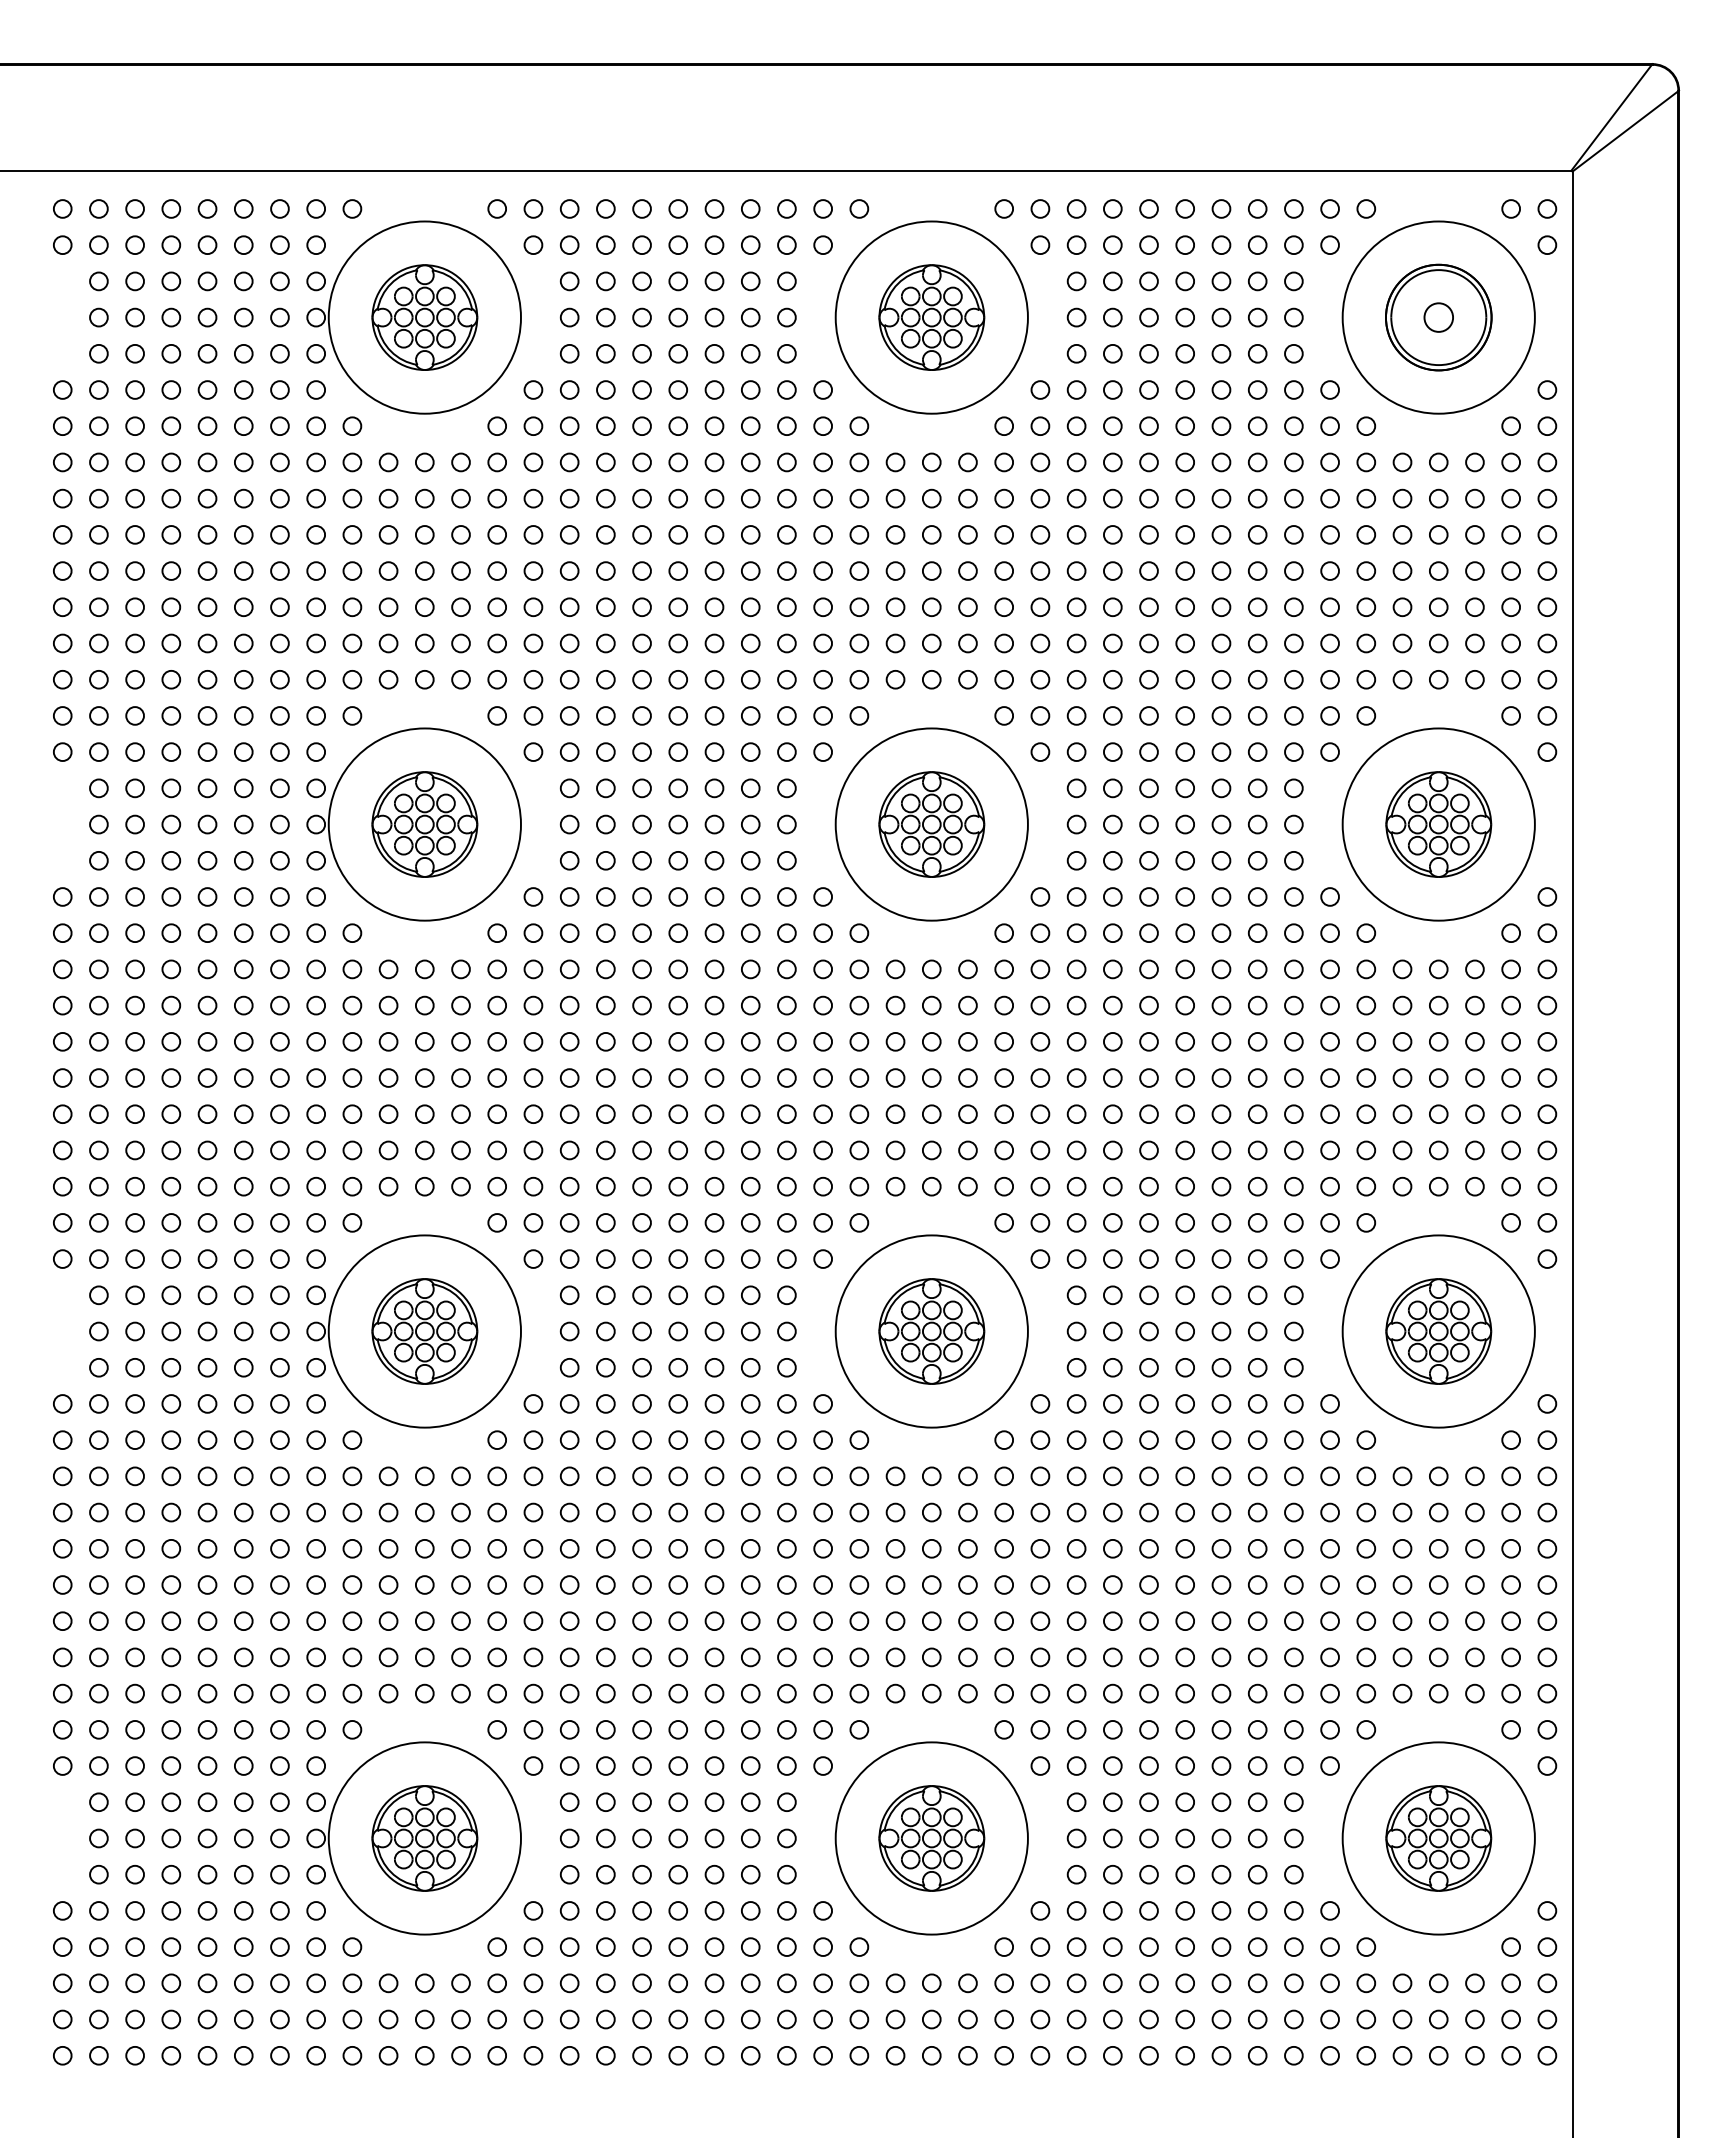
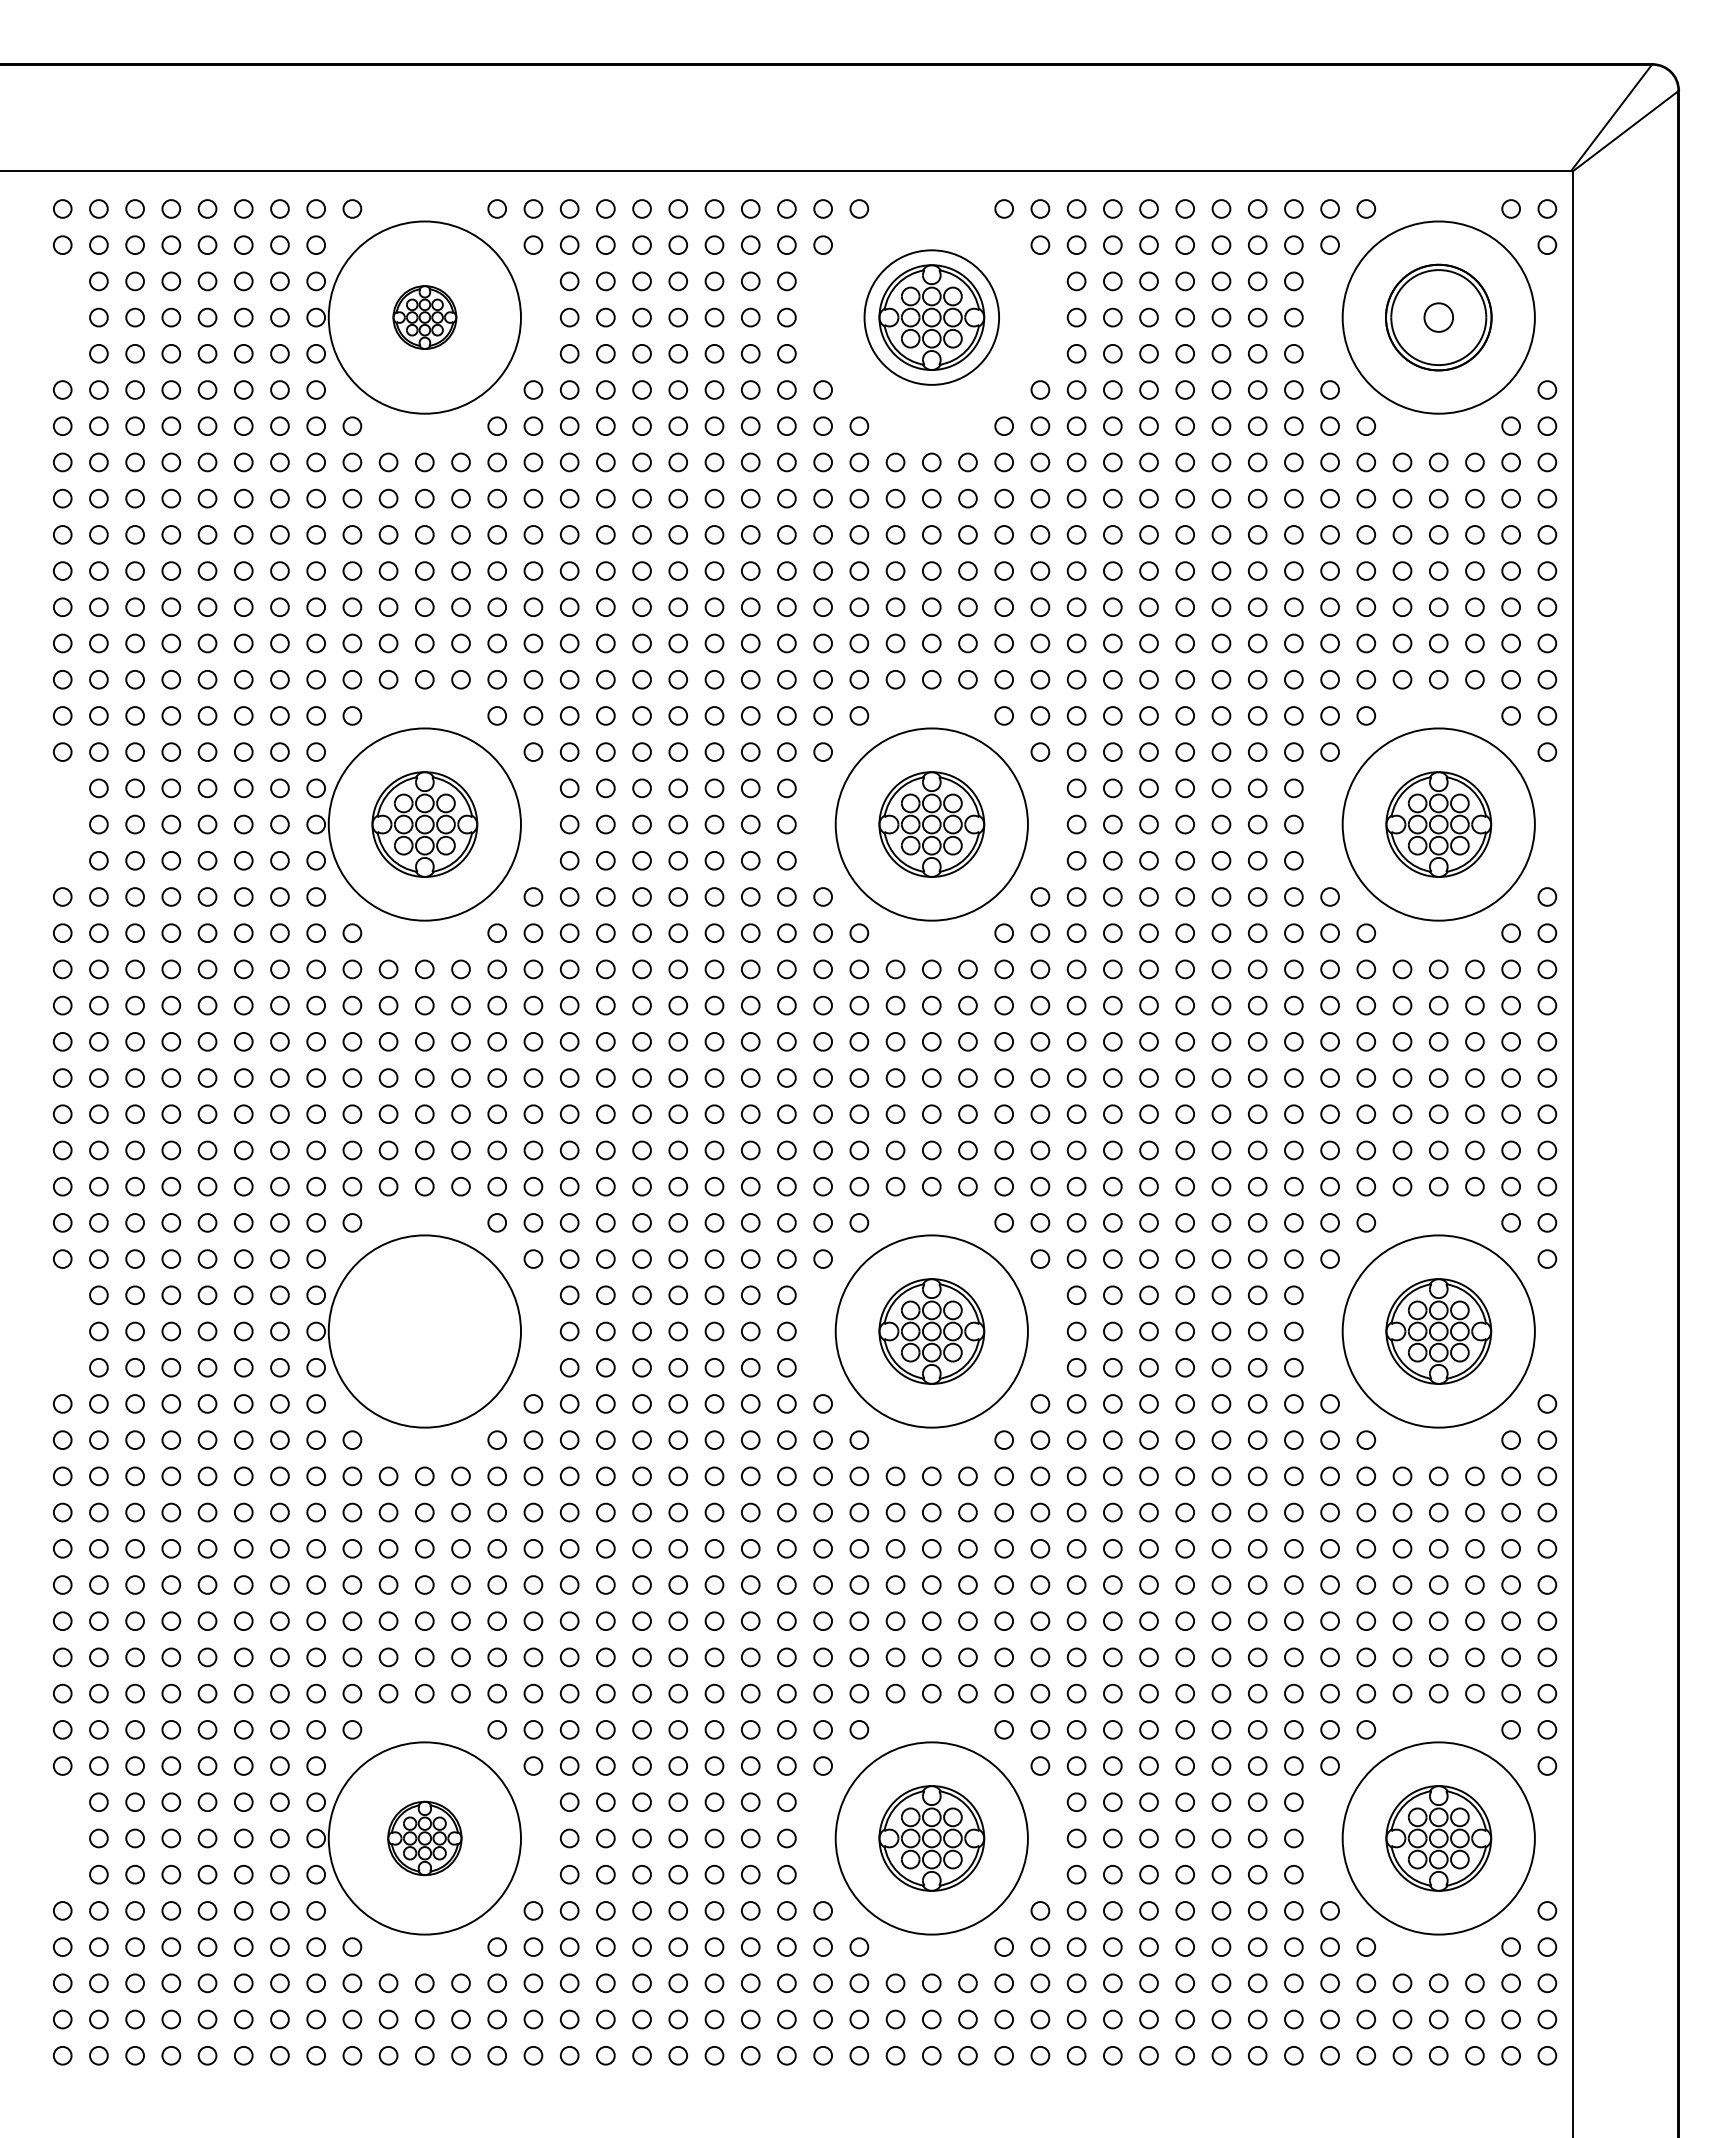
part at (424, 317) size: 108x107 px -> 66x65 px
circle at (931, 317) diameter: 192 px -> 135 px
part at (424, 1331): present -> none
part at (424, 1838) size: 108x107 px -> 76x77 px
